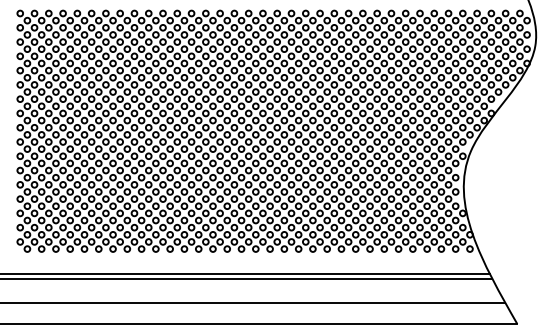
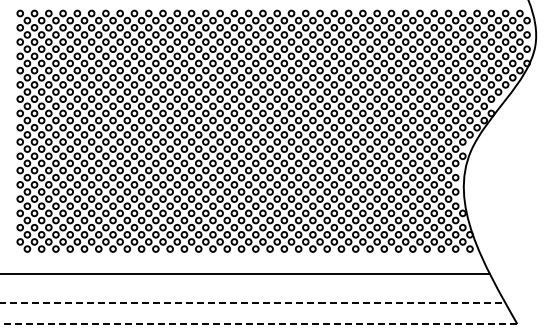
line at (247, 279): present -> none
line at (253, 302): solid -> dashed
line at (258, 324): solid -> dashed
